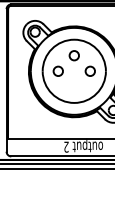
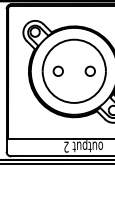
circle at (73, 55): present -> none
line at (56, 169): present -> none
